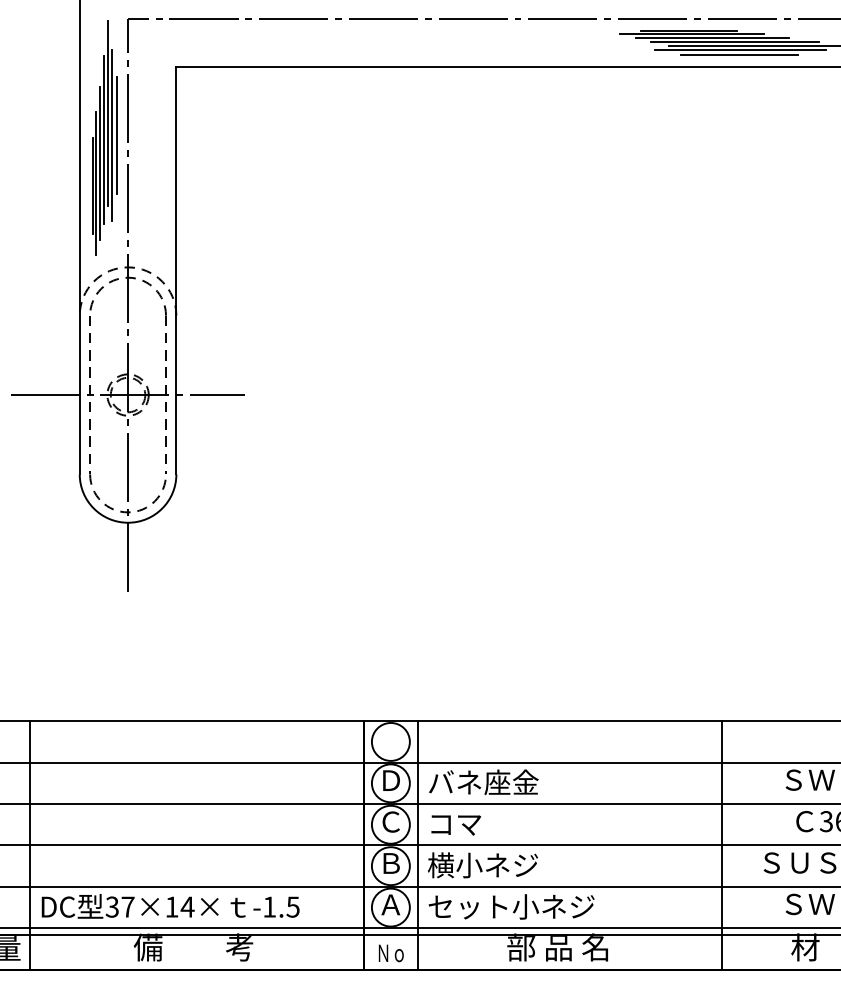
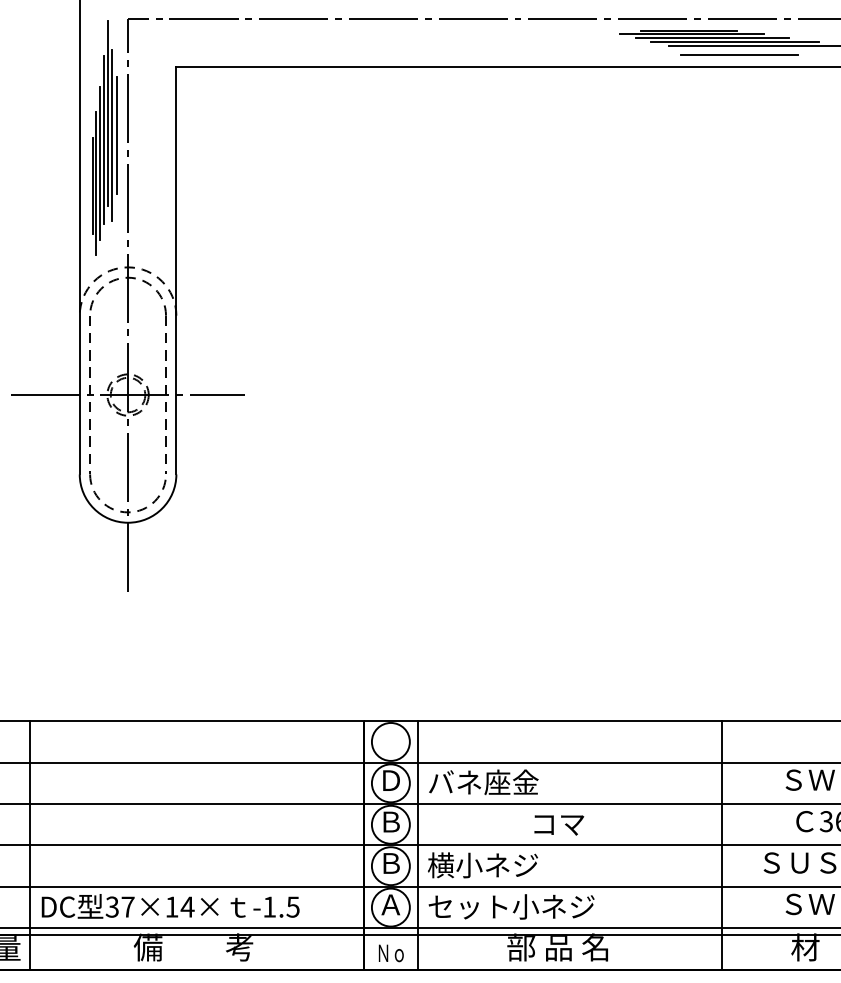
line at (739, 50): present -> none
text at (390, 821): Ｃ -> Ｂ
text at (456, 825) position: (456, 825) -> (559, 825)
